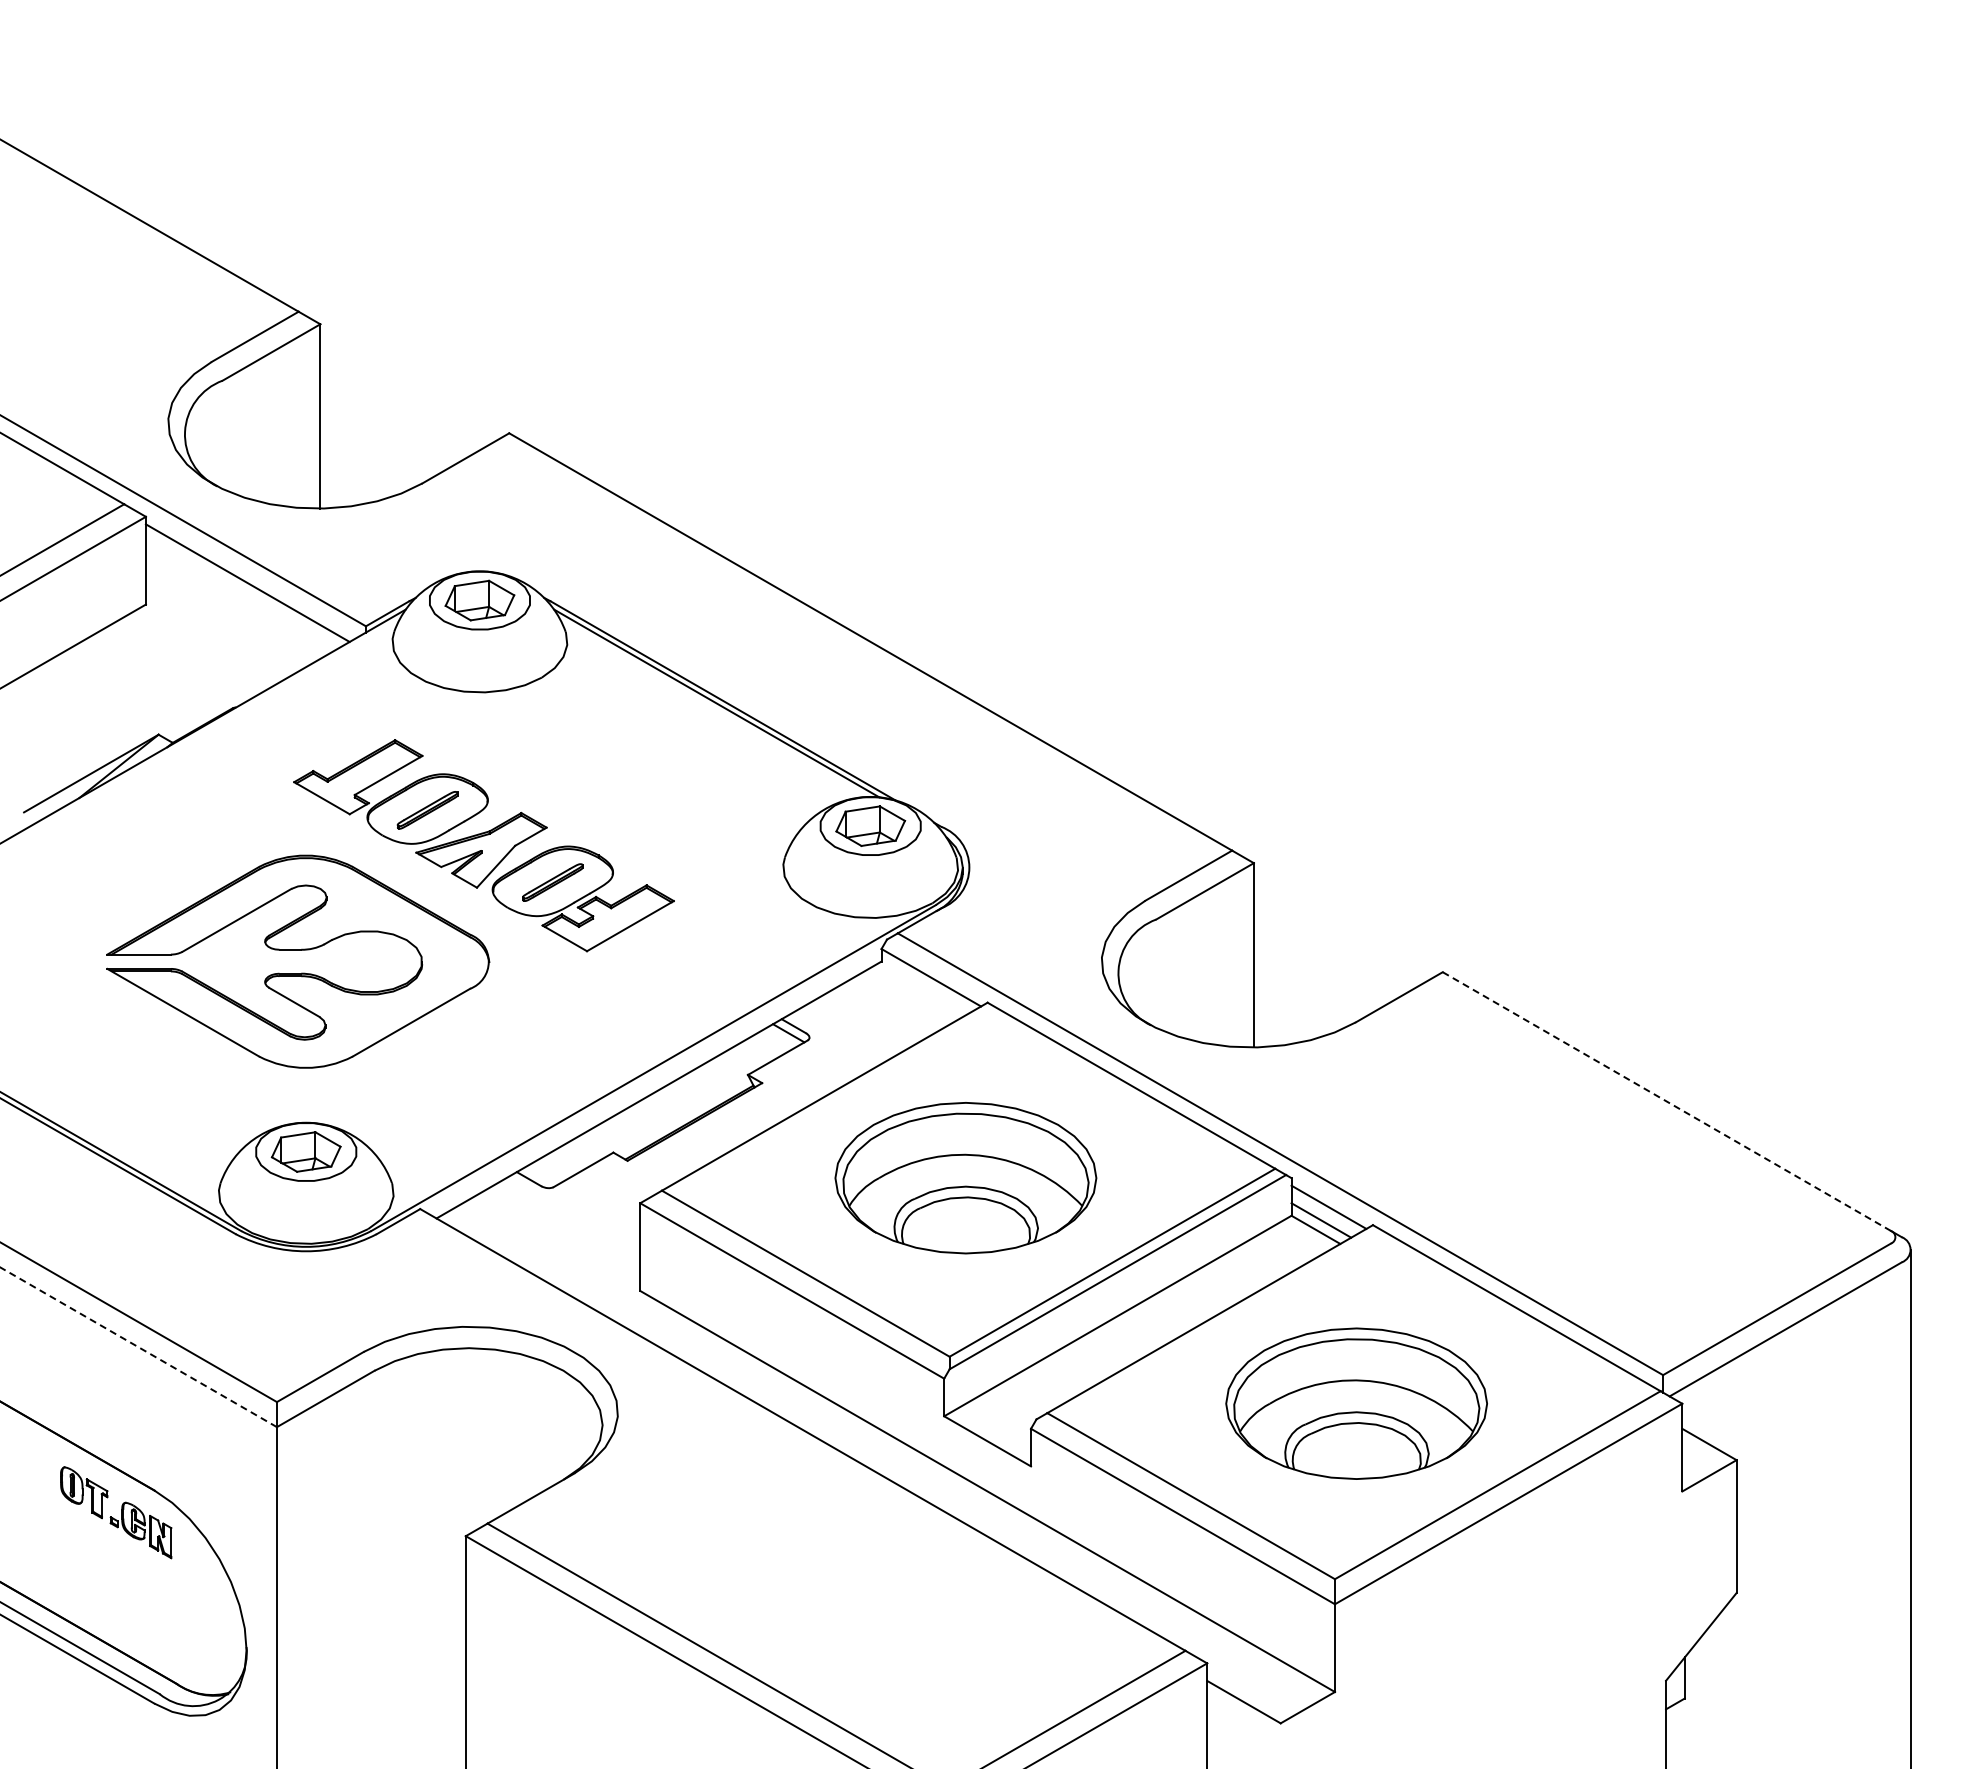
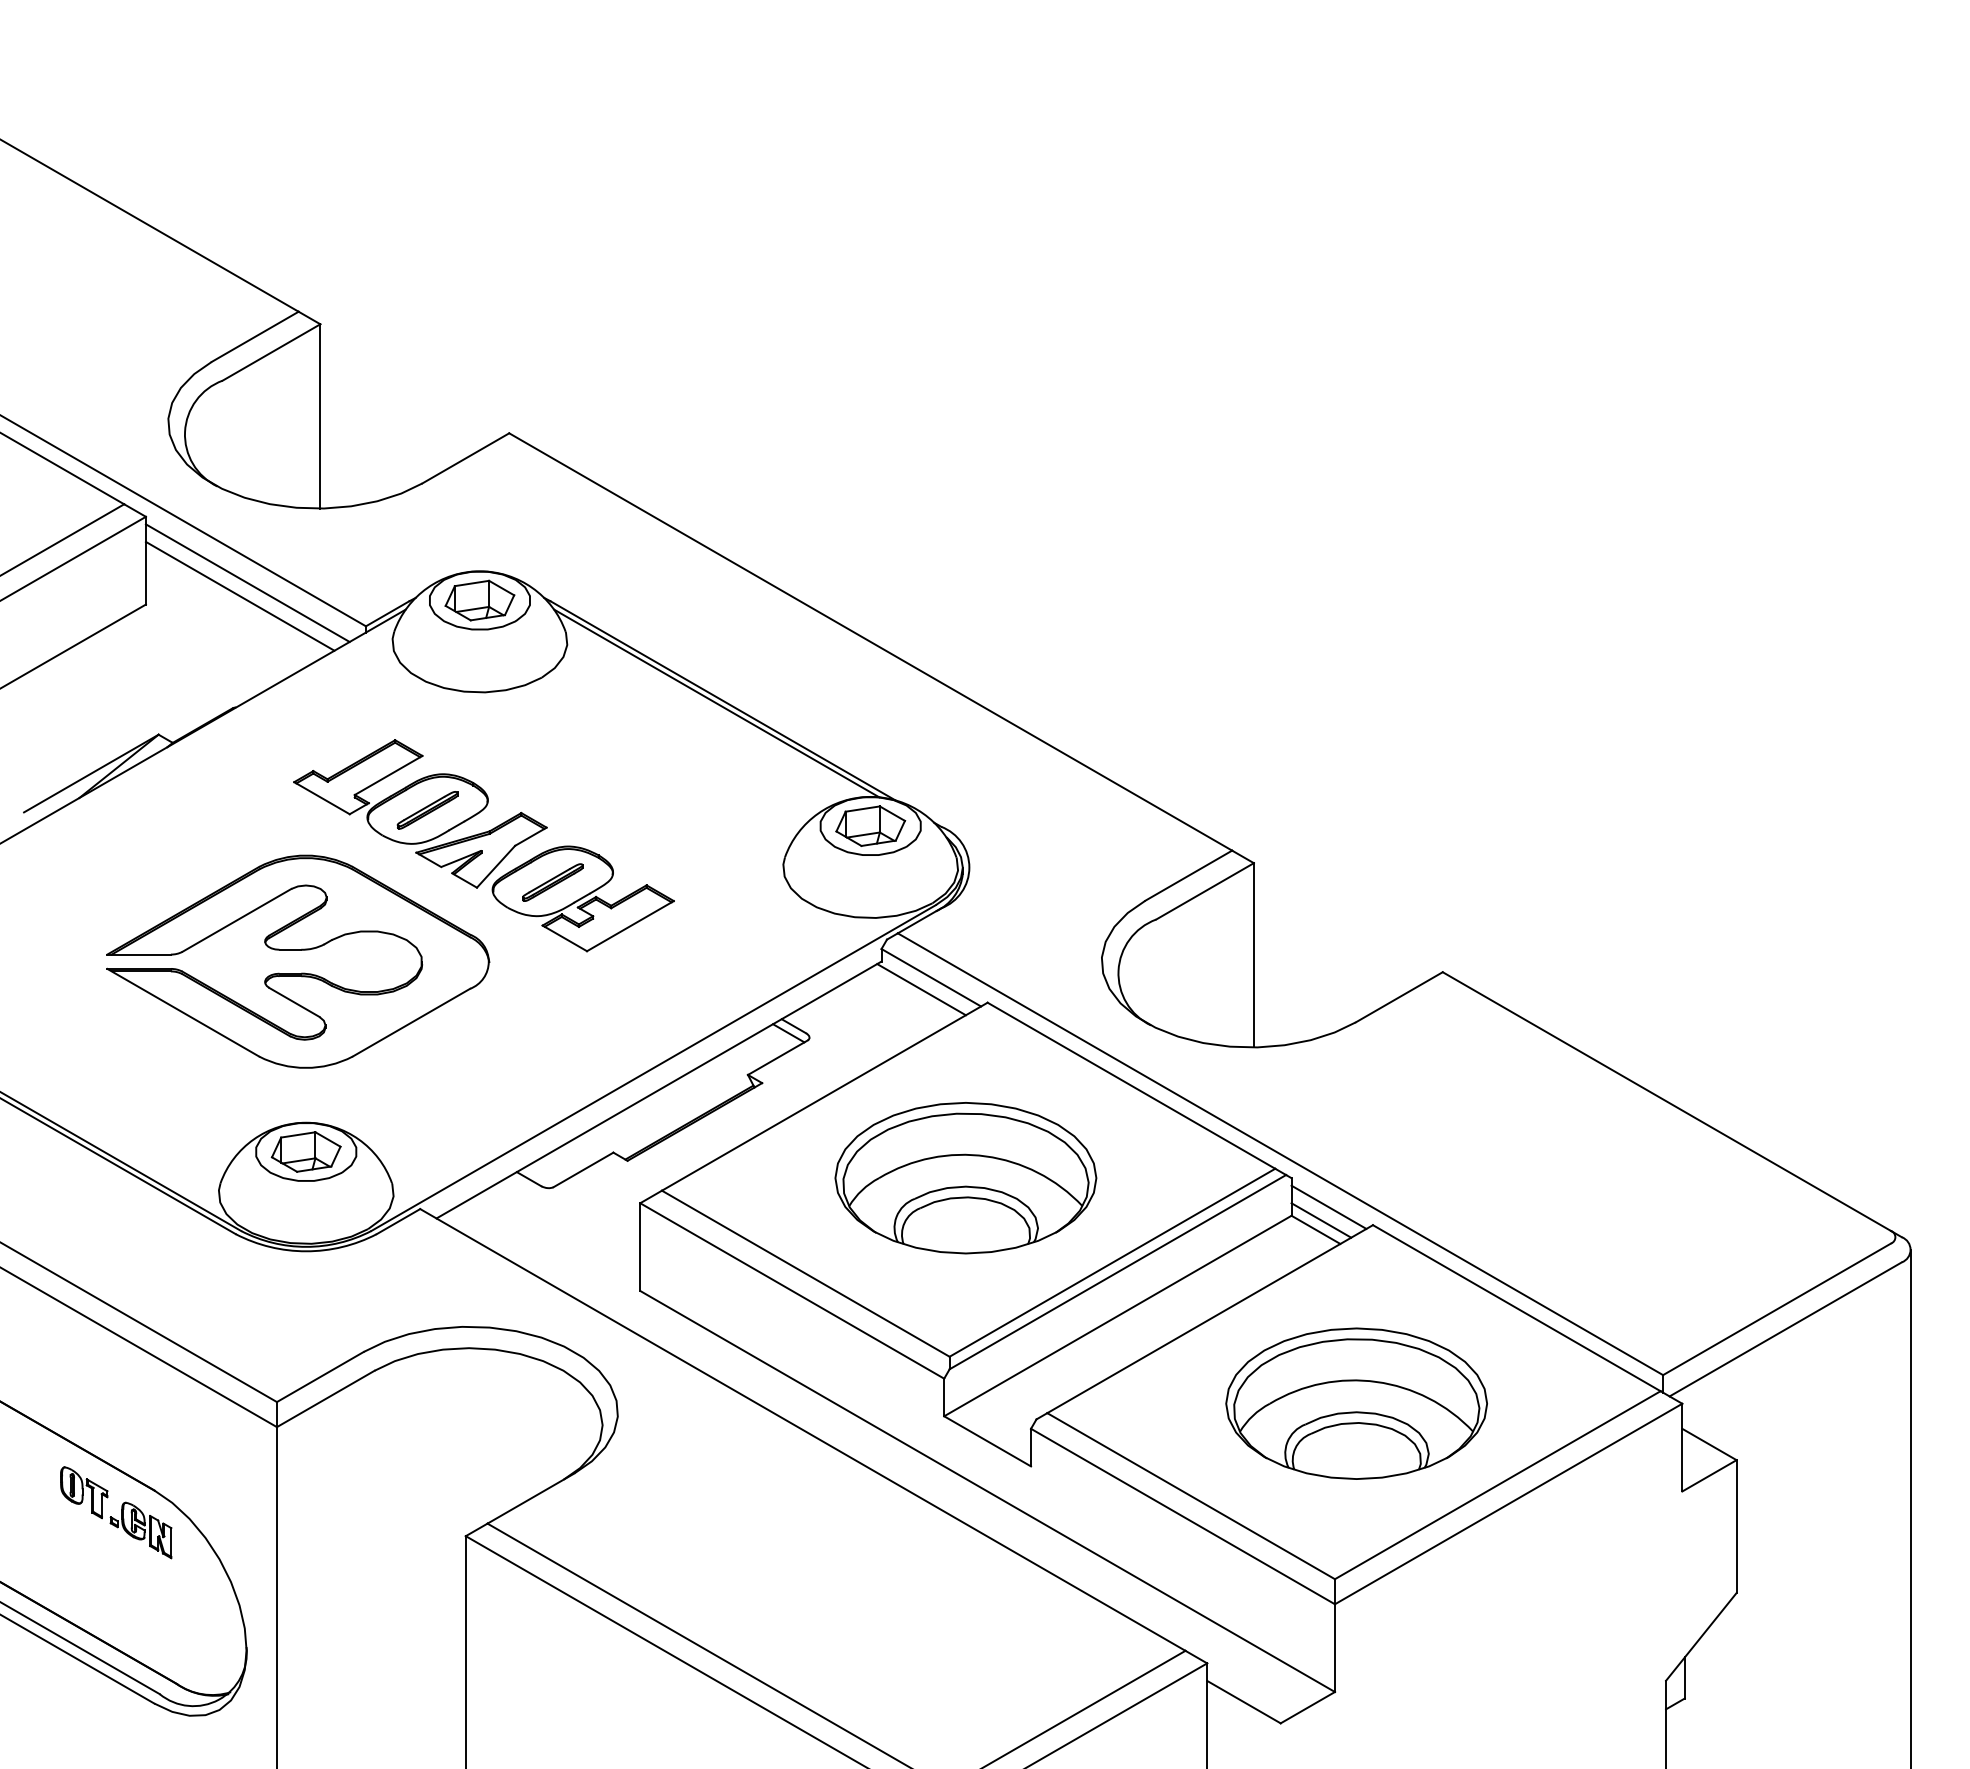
line at (239, 595): none -> present
line at (921, 989): none -> present
line at (1666, 1101): dashed -> solid
line at (138, 1347): dashed -> solid
